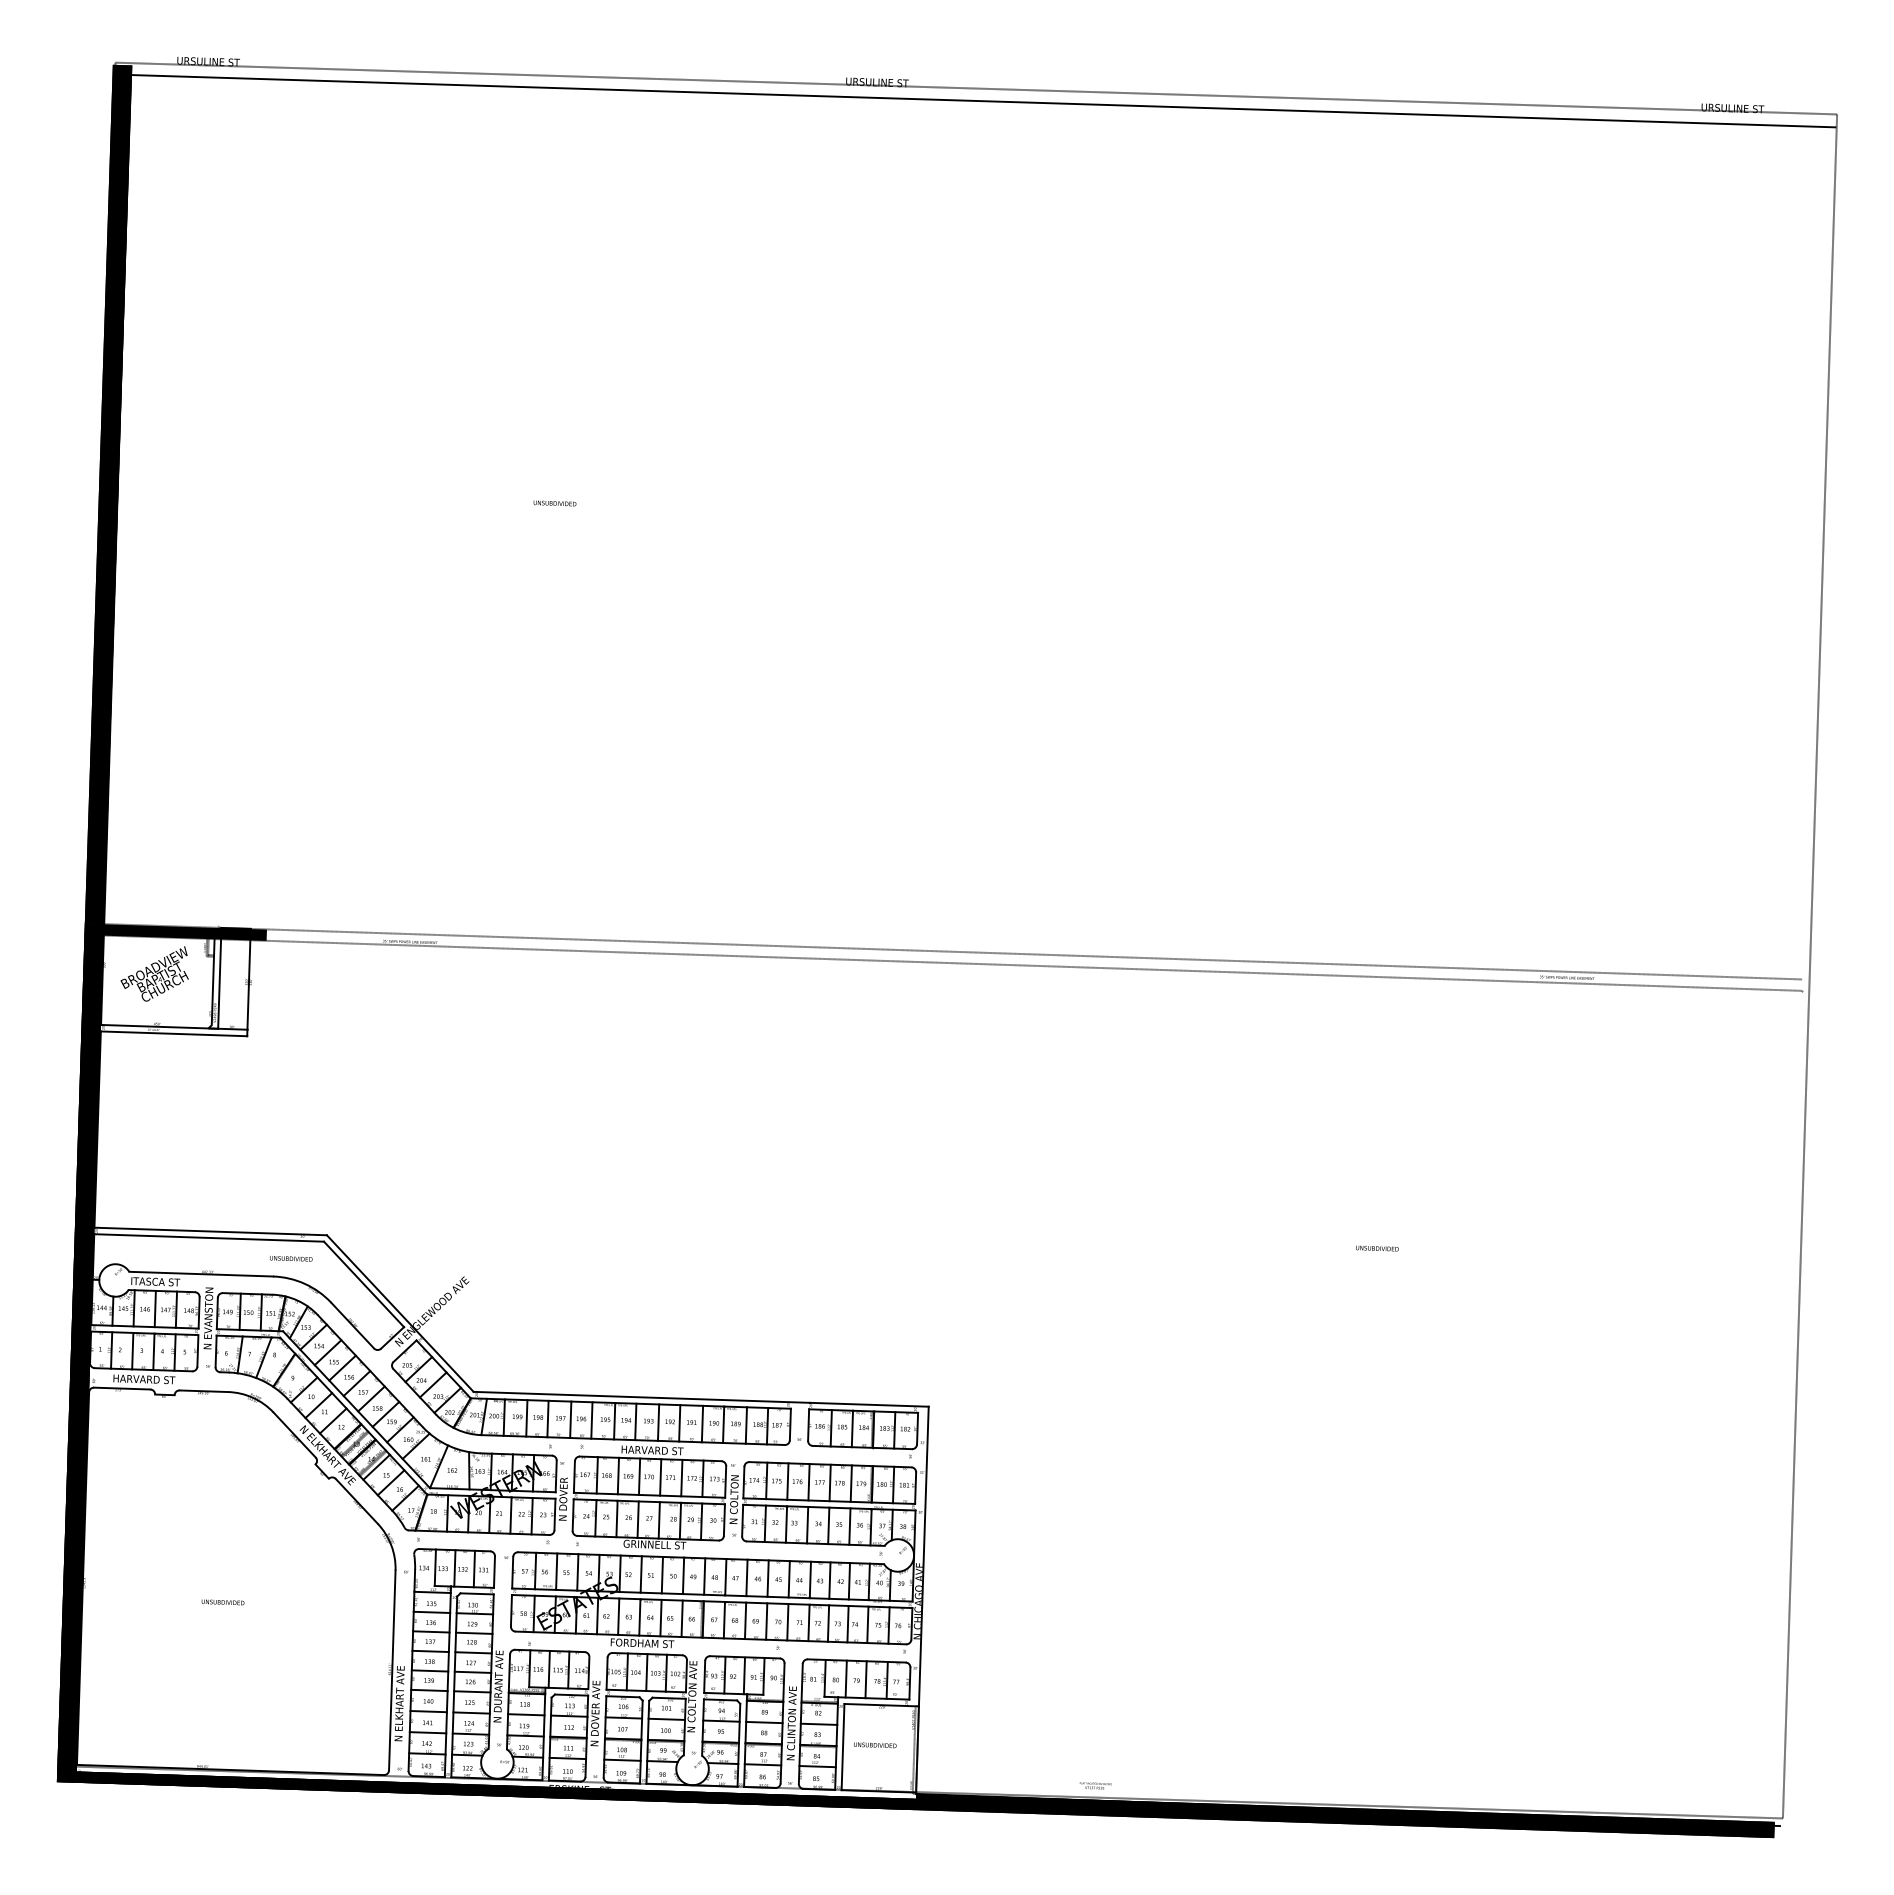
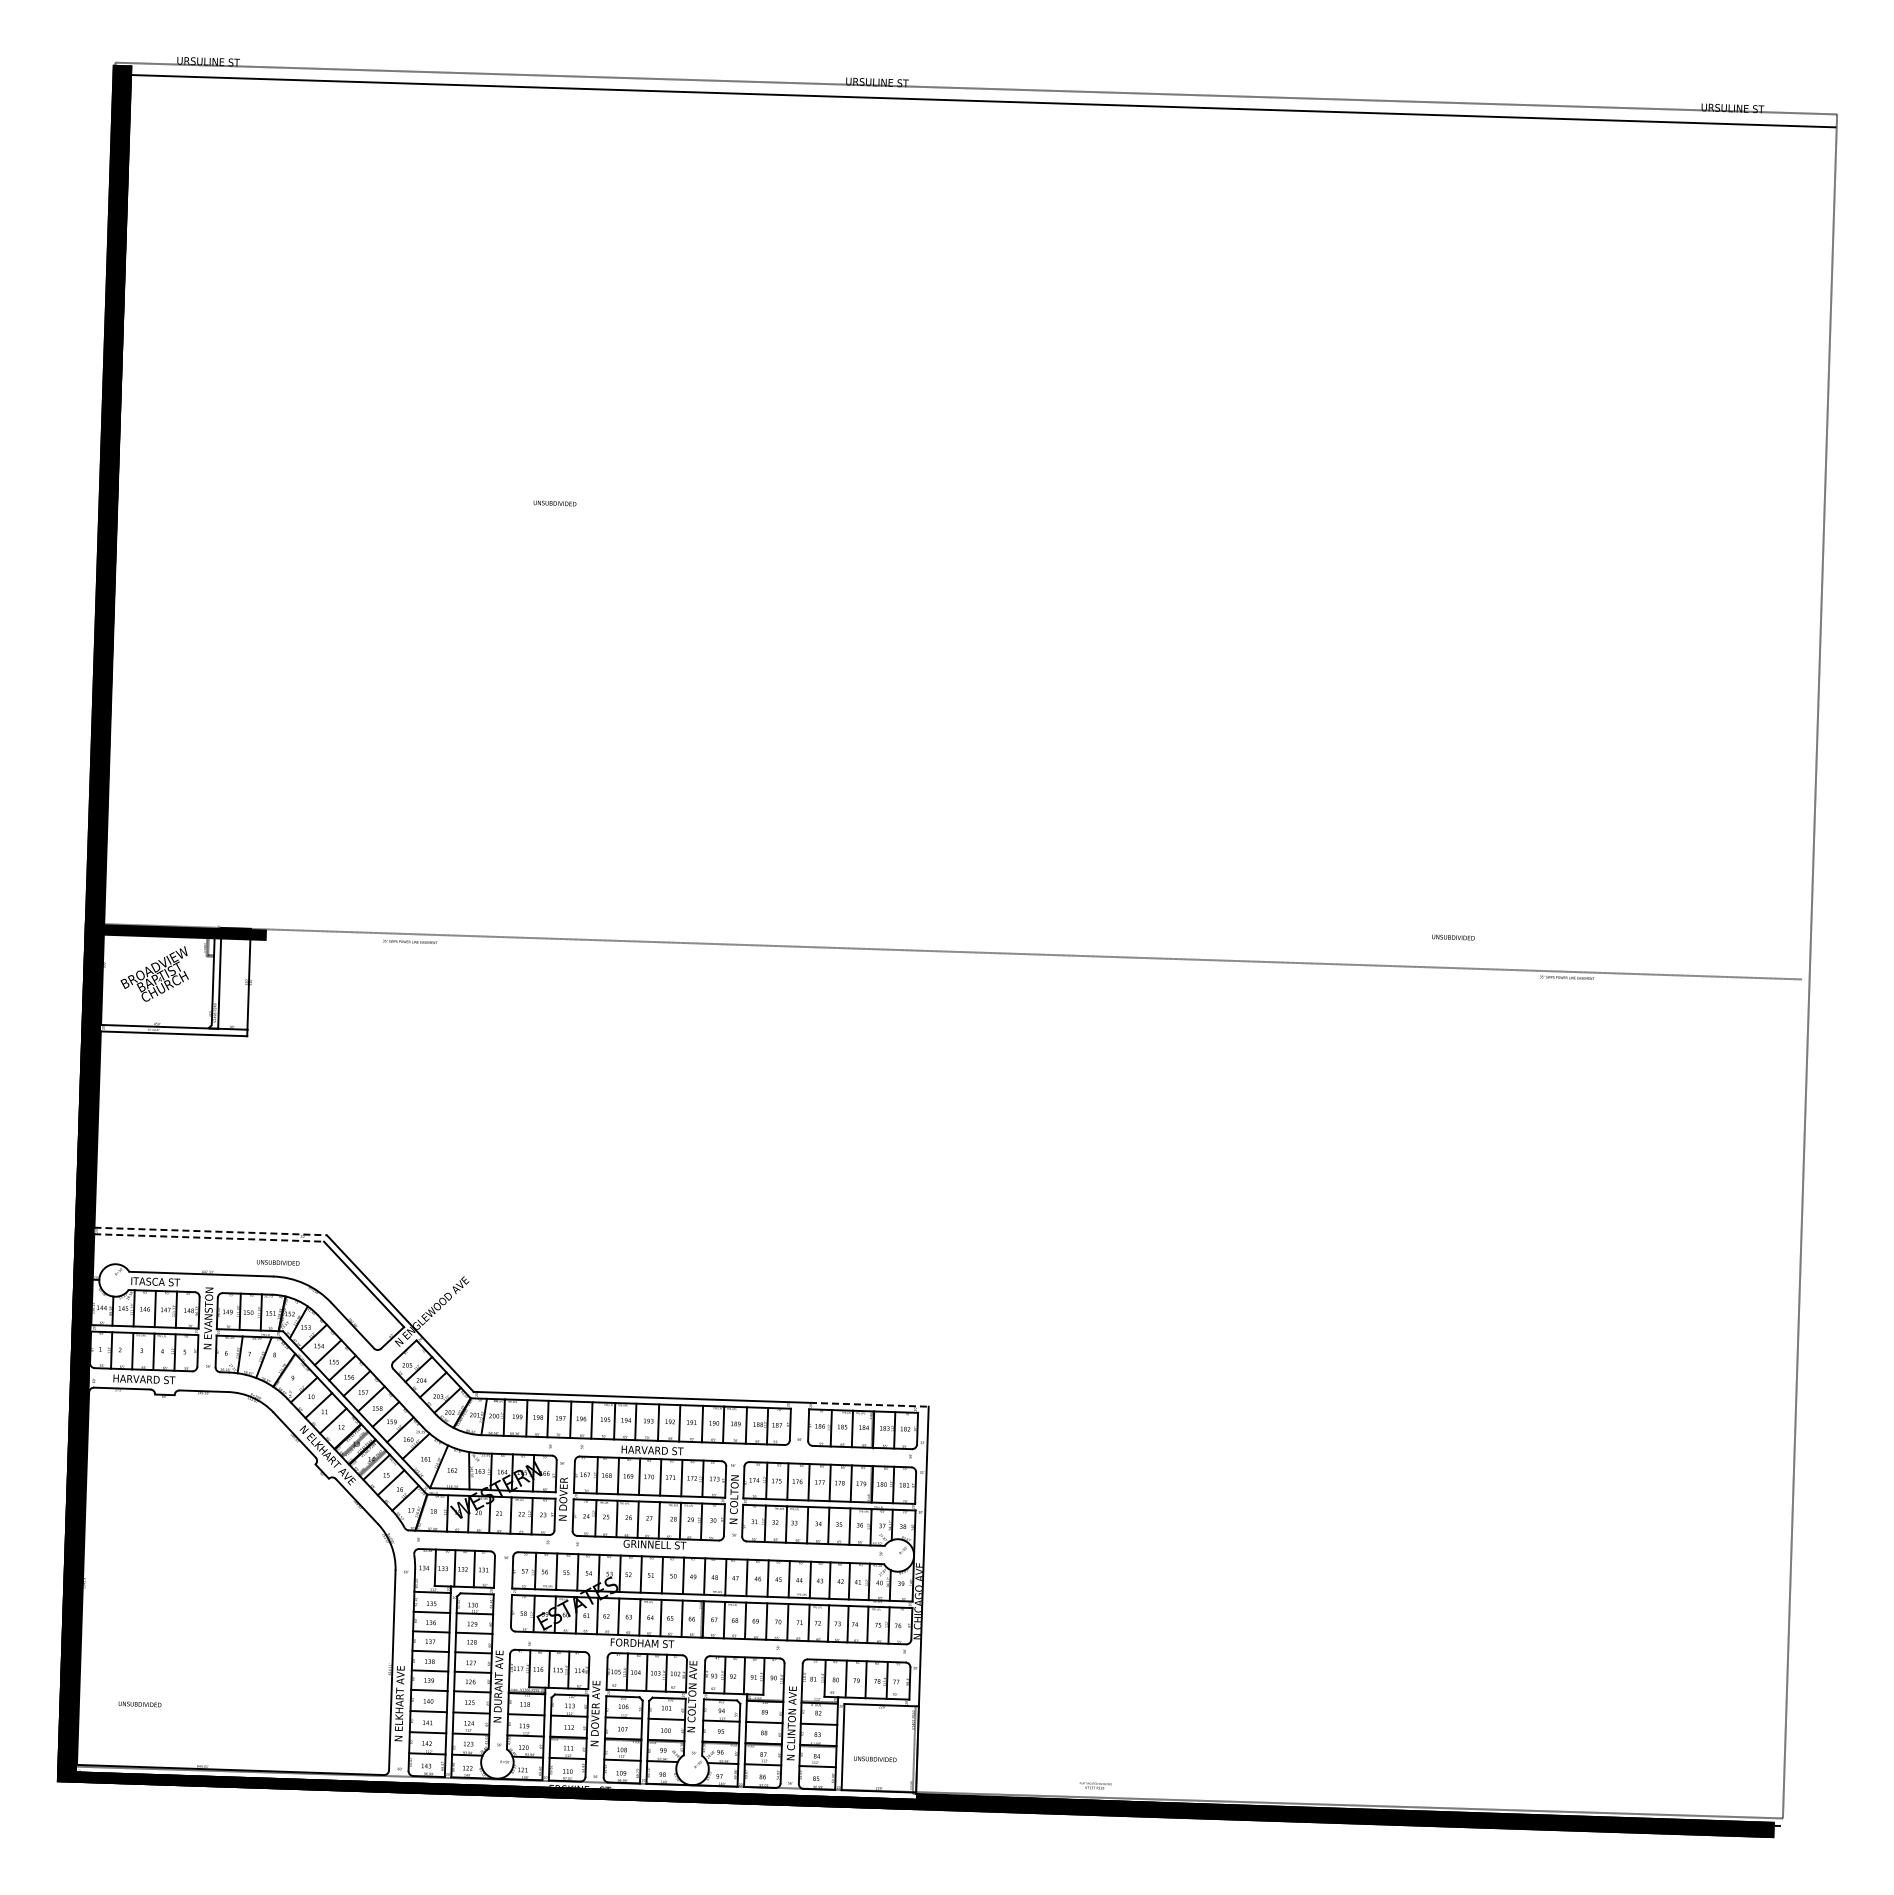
line at (942, 962): present -> none
line at (211, 1231): solid -> dashed
line at (209, 1237): solid -> dashed
text at (1377, 1248) position: (1377, 1248) -> (1453, 937)
text at (291, 1258) position: (291, 1258) -> (278, 1262)
line at (869, 1404): solid -> dashed
text at (222, 1602) position: (222, 1602) -> (139, 1704)
text at (875, 1745) position: (875, 1745) -> (875, 1759)
